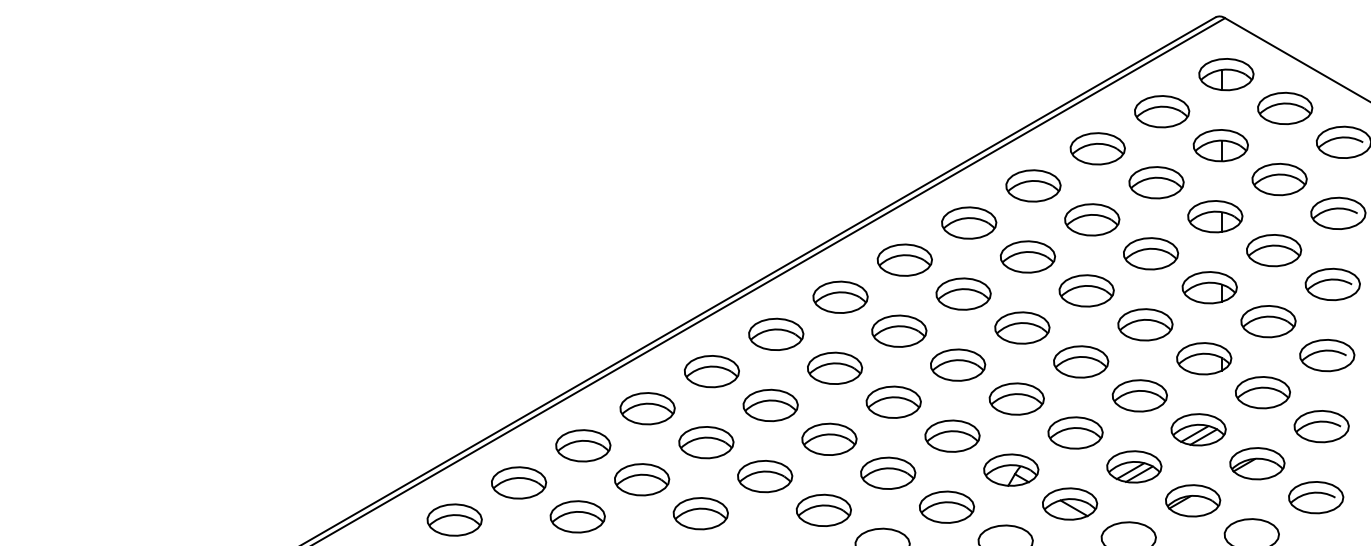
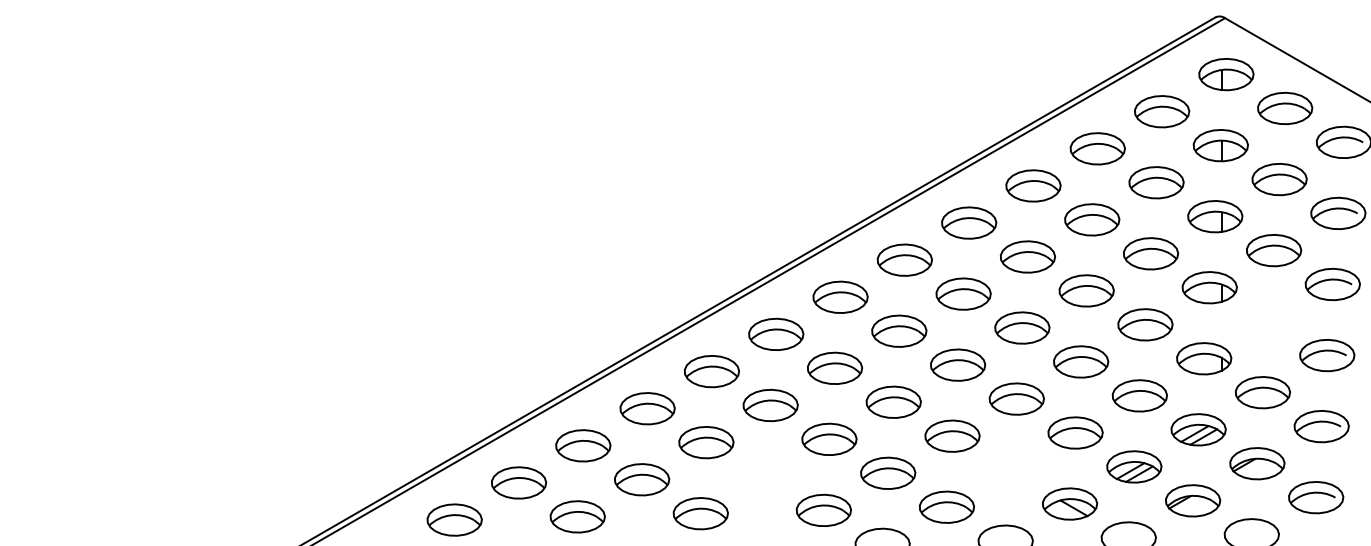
part at (1268, 321): present -> none
part at (1011, 469): present -> none
part at (765, 476): present -> none
